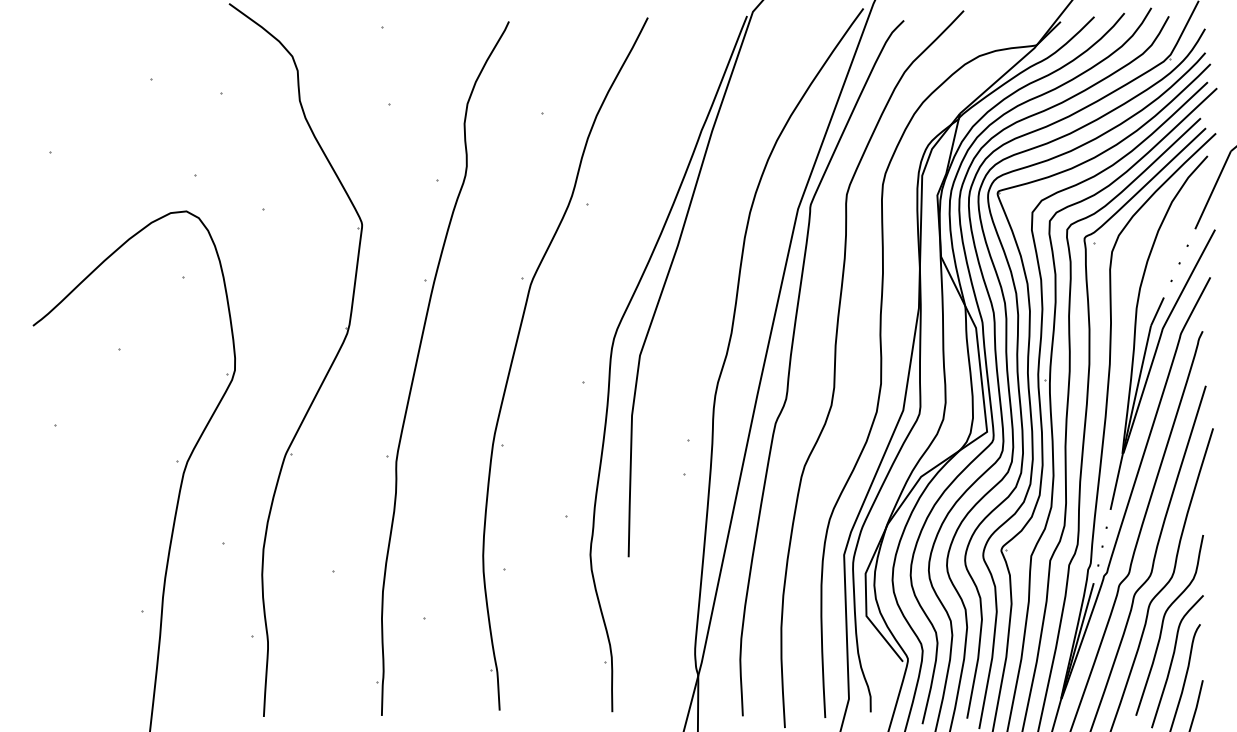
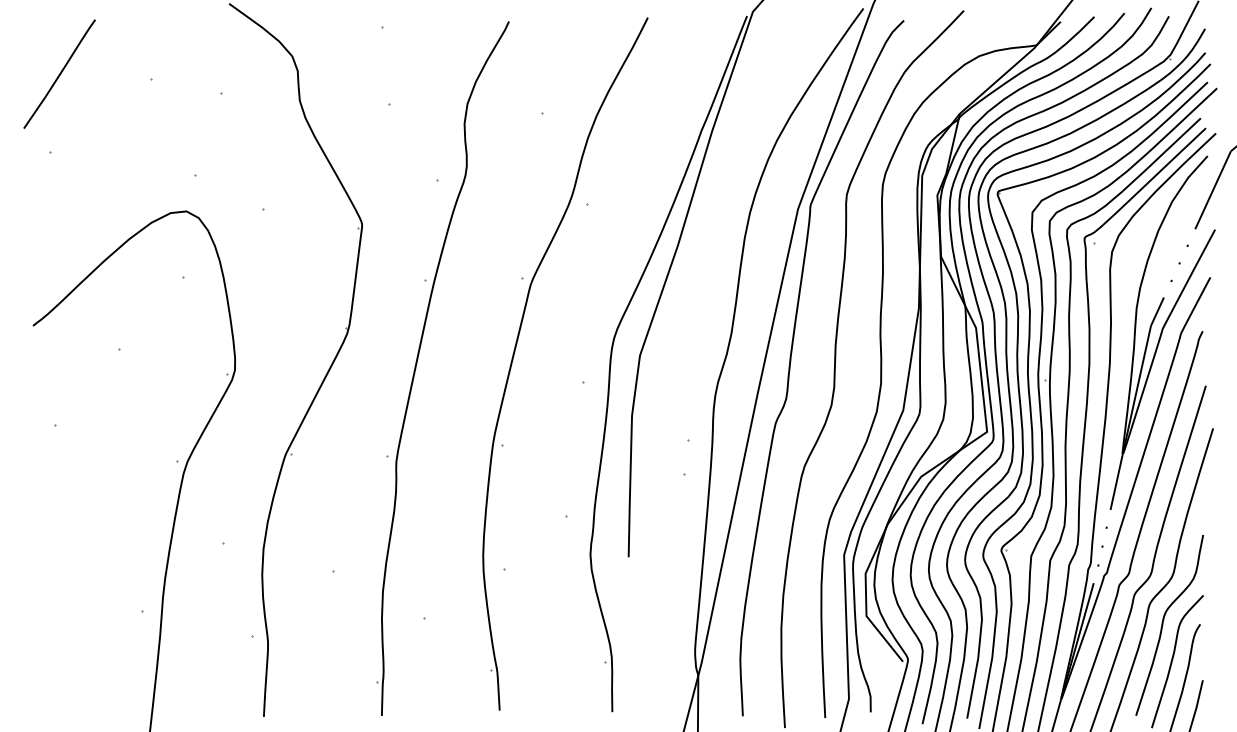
line at (59, 73): none -> present
